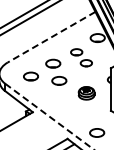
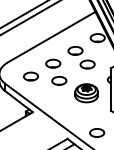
line at (51, 37): dashed -> solid
part at (81, 57) size: 23x20 px -> 29x24 px
part at (86, 93) size: 19x15 px -> 25x21 px
line at (50, 117): dashed -> solid
